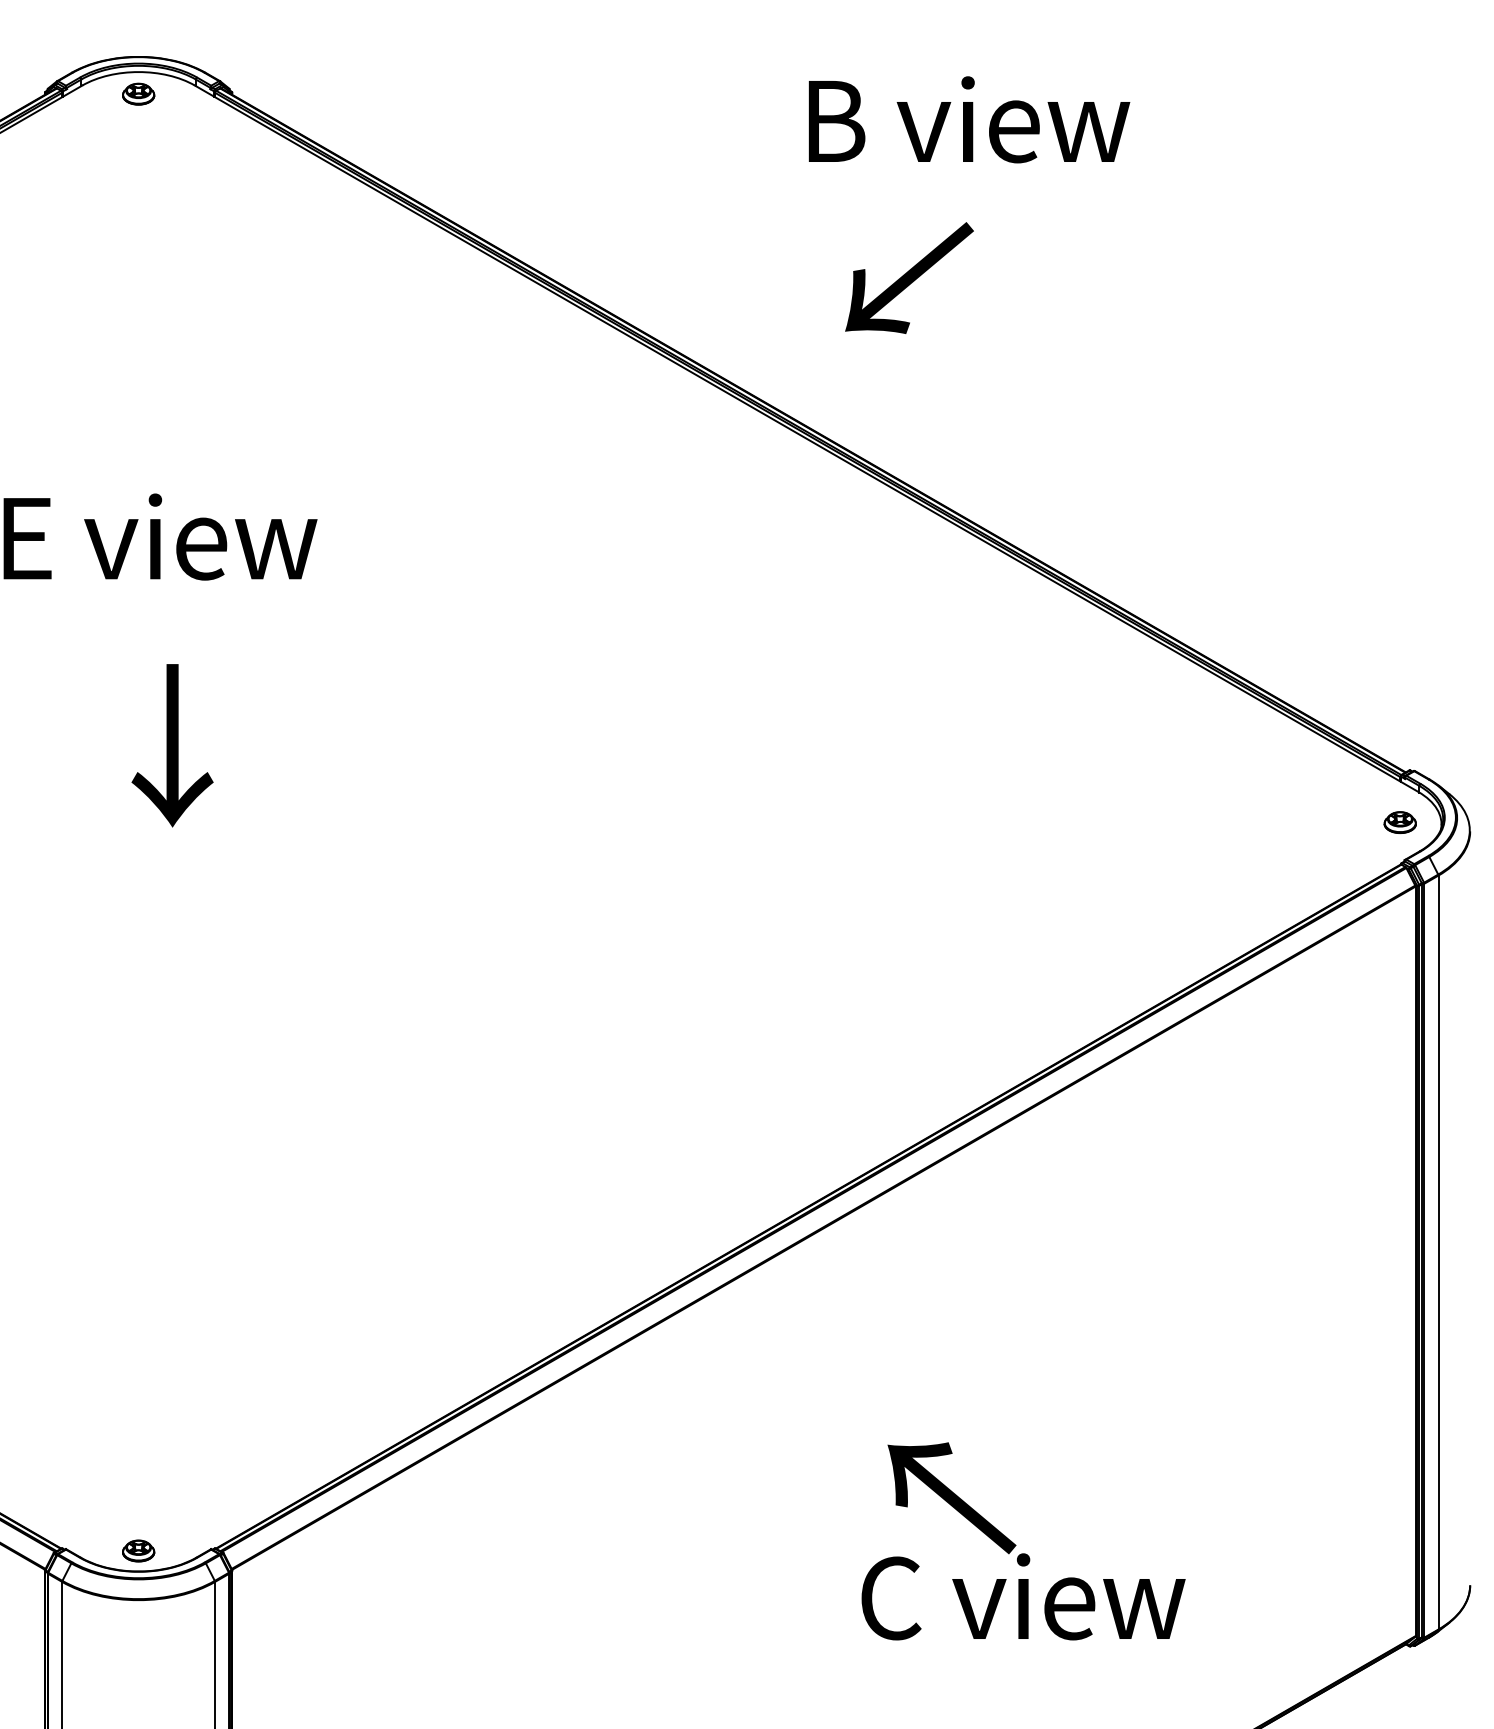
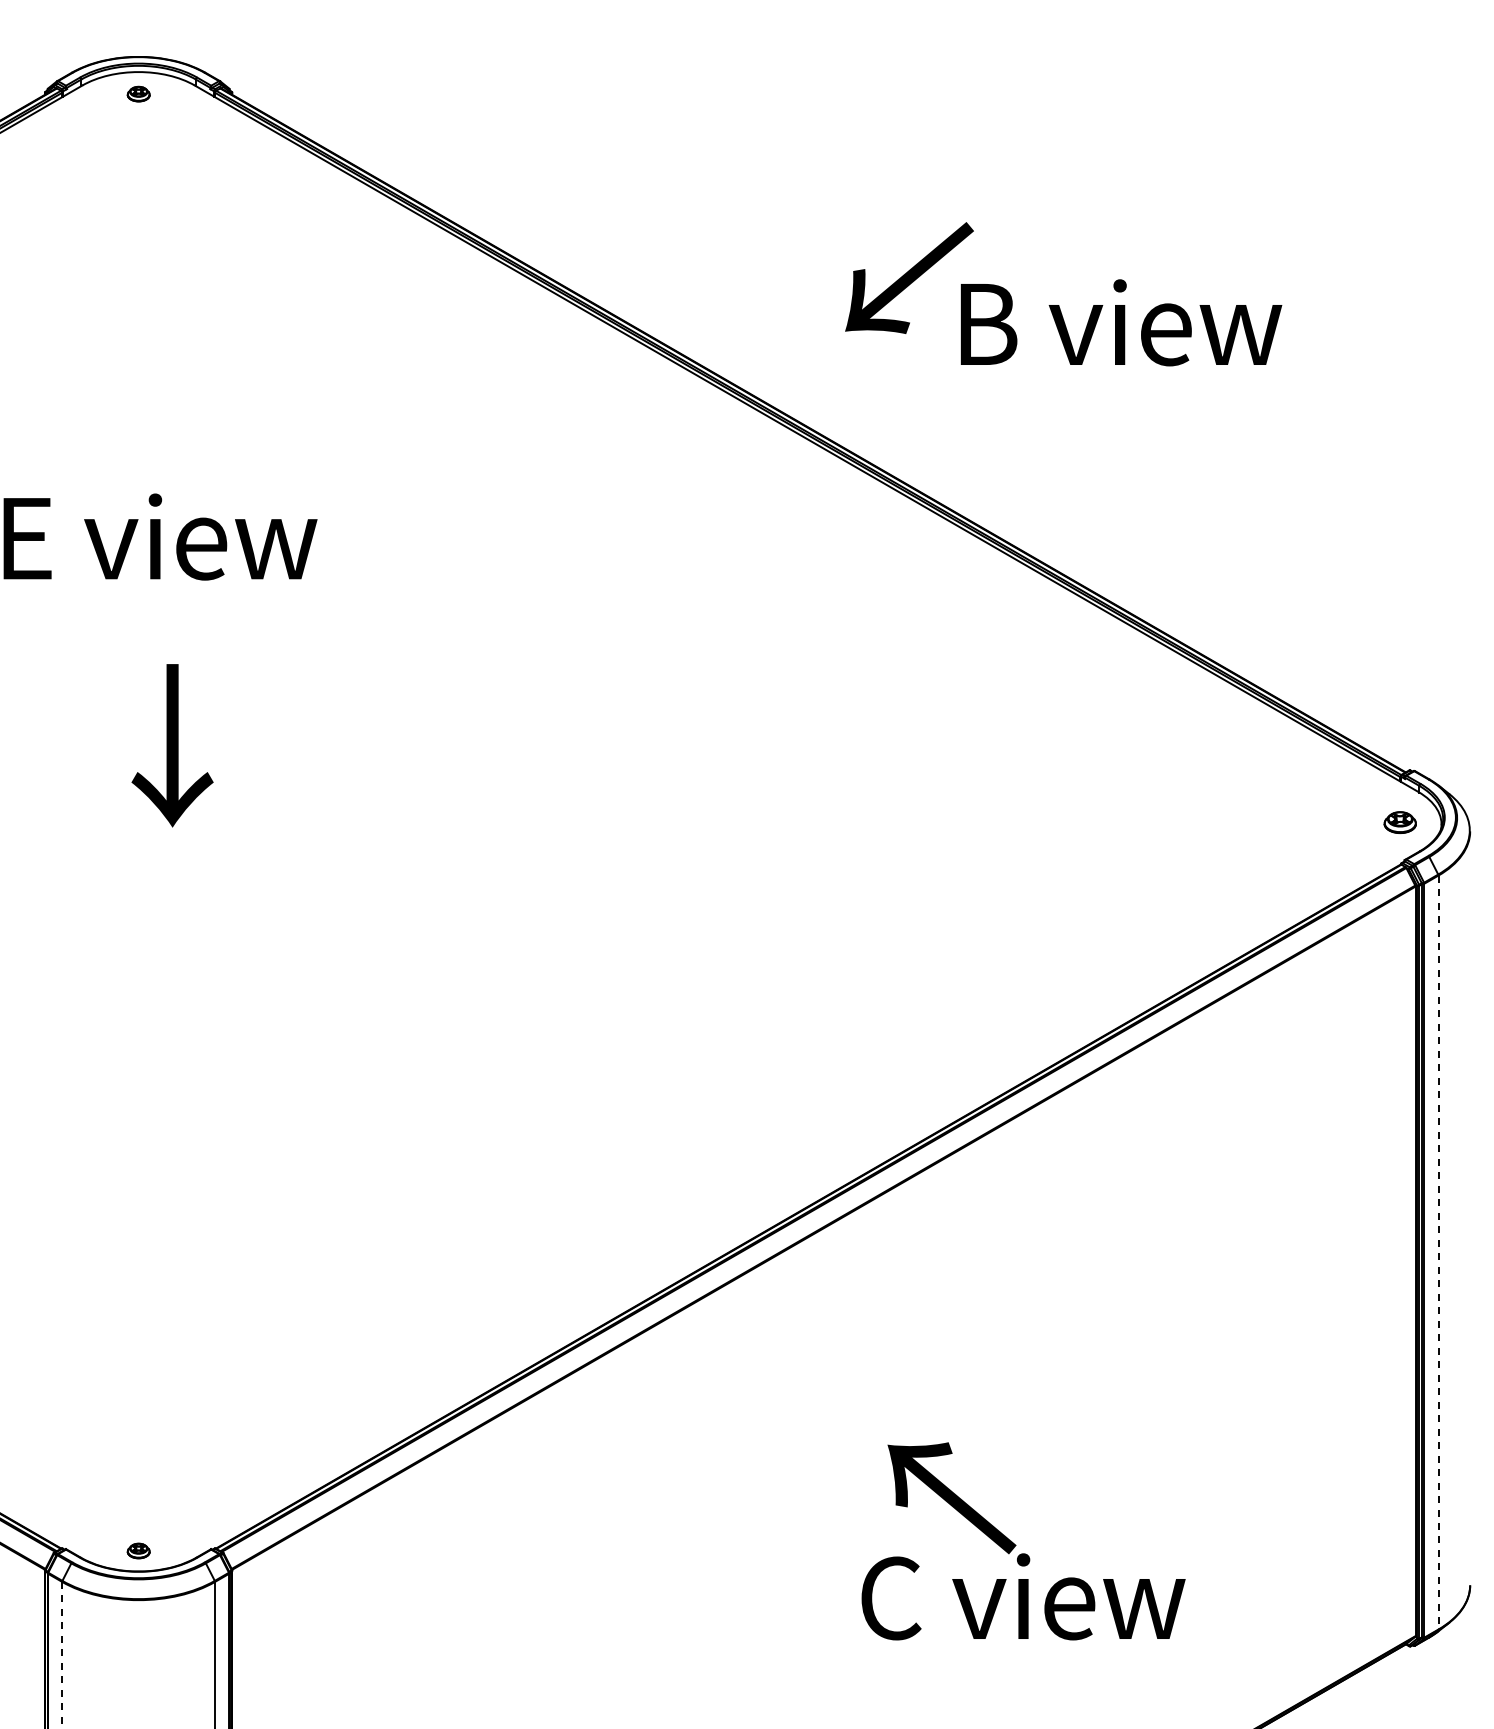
part at (138, 93) size: 34x24 px -> 25x18 px
text at (969, 119) position: (969, 119) -> (1121, 322)
line at (1438, 1252): solid -> dashed
part at (138, 1550) size: 34x24 px -> 25x18 px
line at (62, 1655): solid -> dashed
